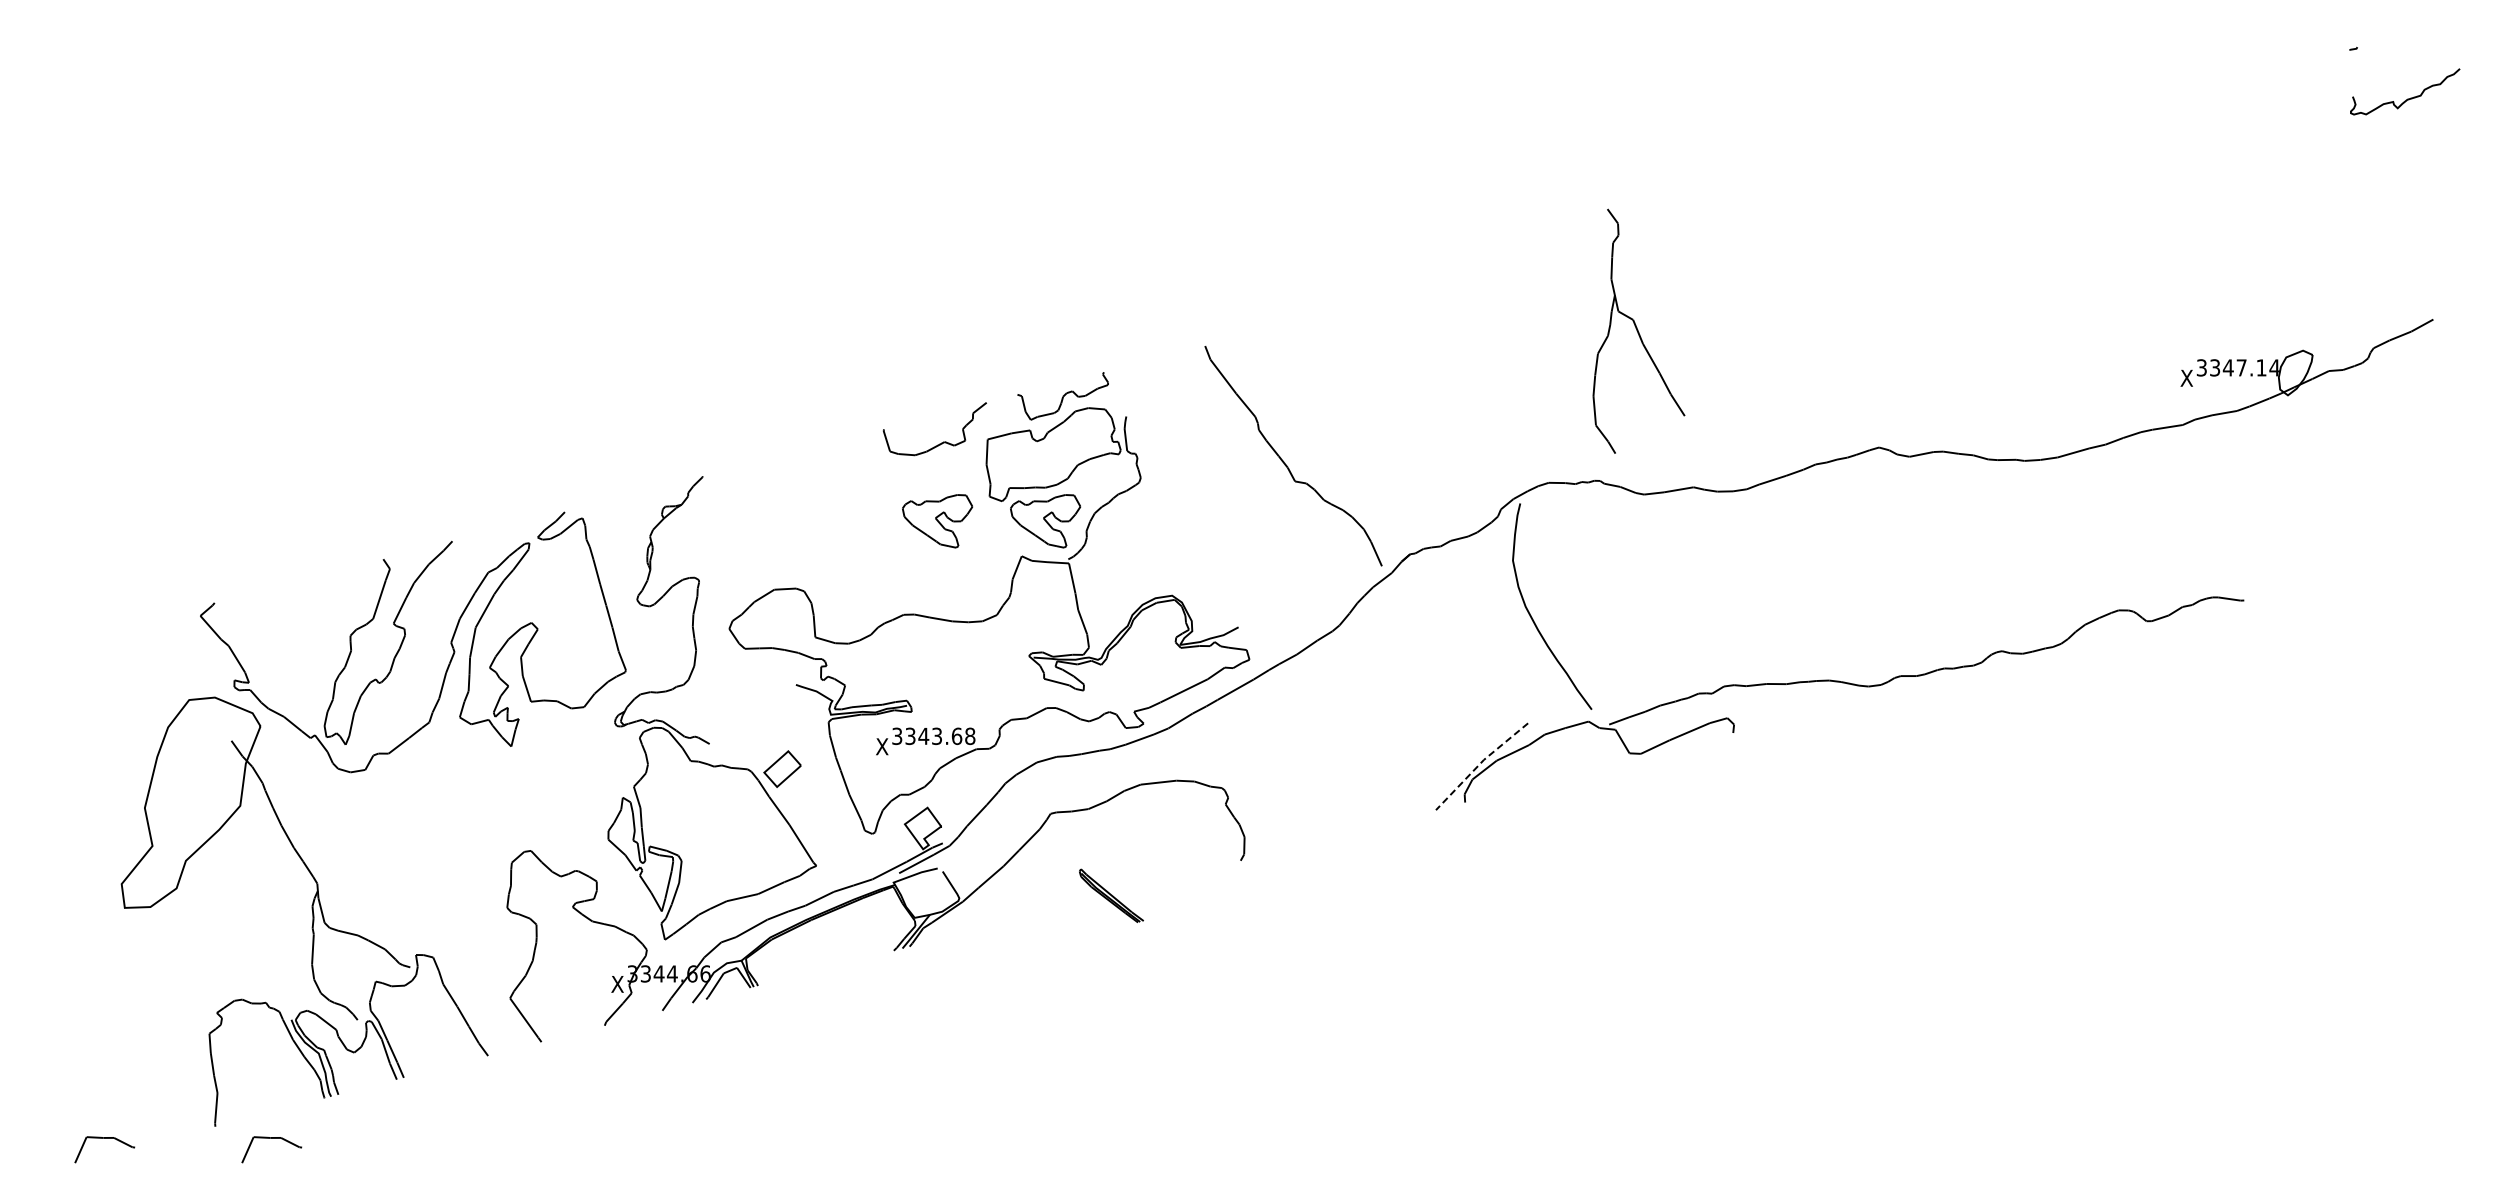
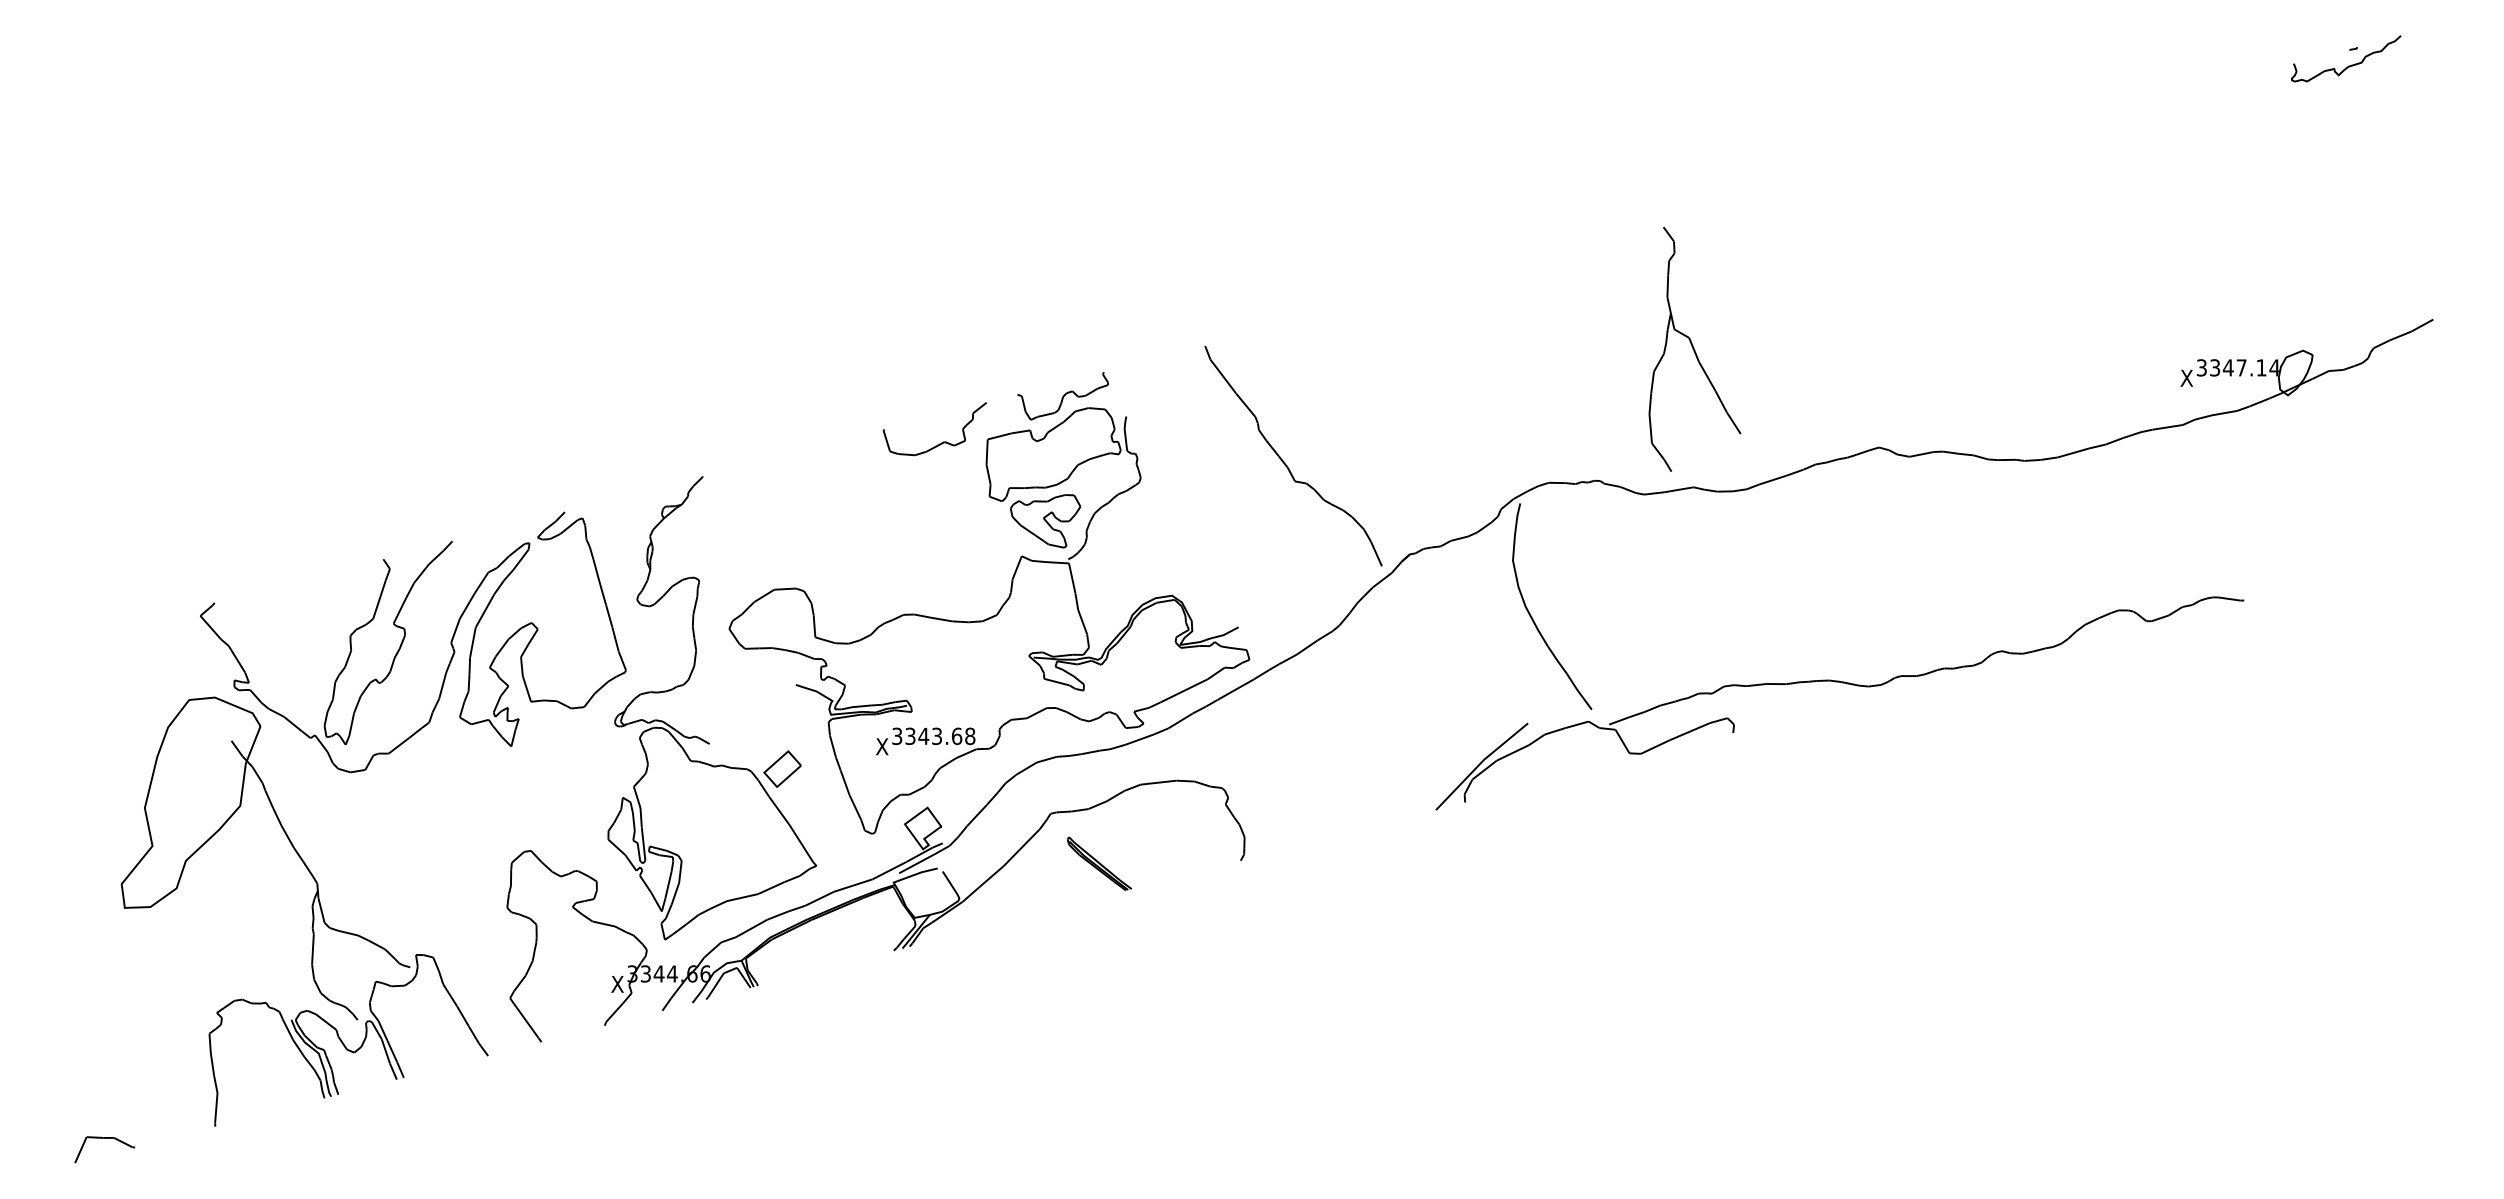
curve at (2407, 98) position: (2407, 98) -> (2348, 65)
part at (1638, 330) position: (1638, 330) -> (1694, 348)
part at (937, 521): present -> none
line at (1479, 764): dashed -> solid
part at (1111, 895) position: (1111, 895) -> (1099, 863)
curve at (271, 1138): present -> none
